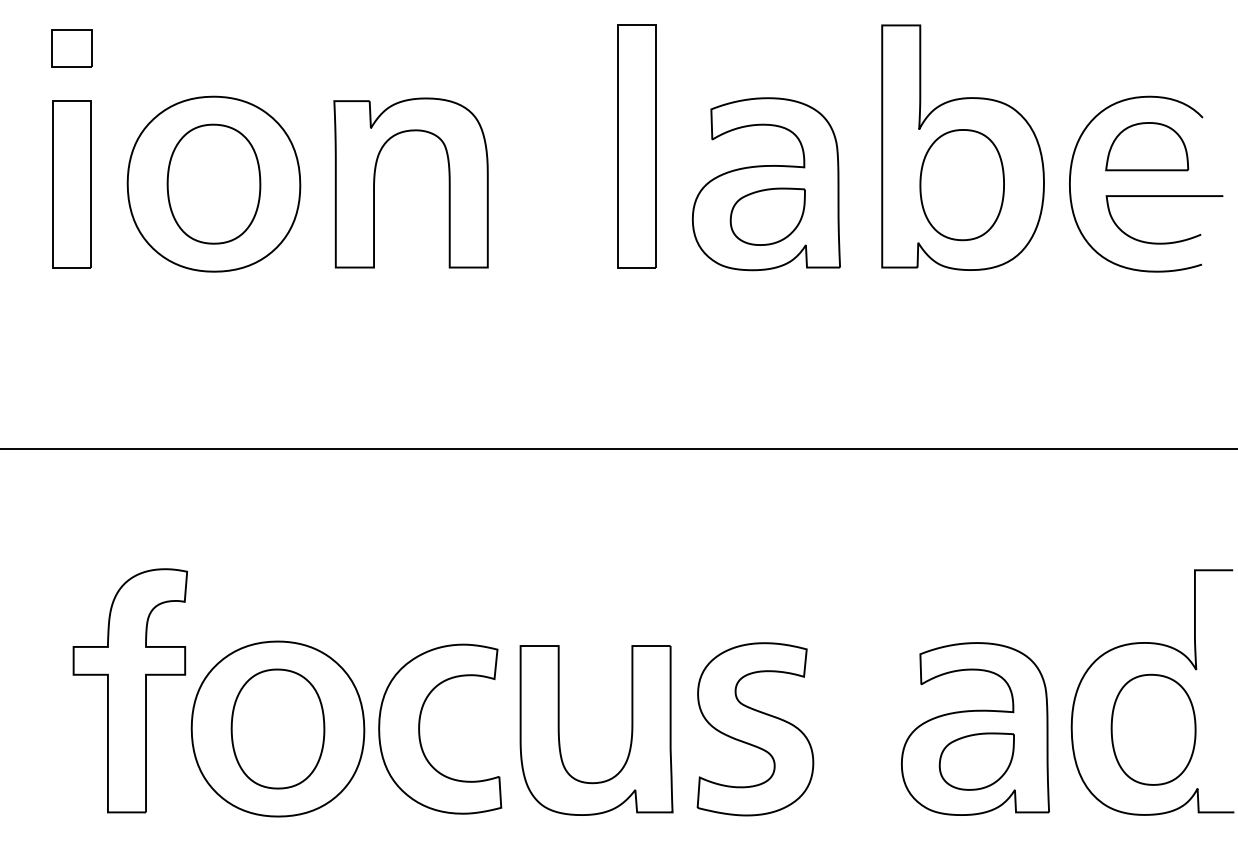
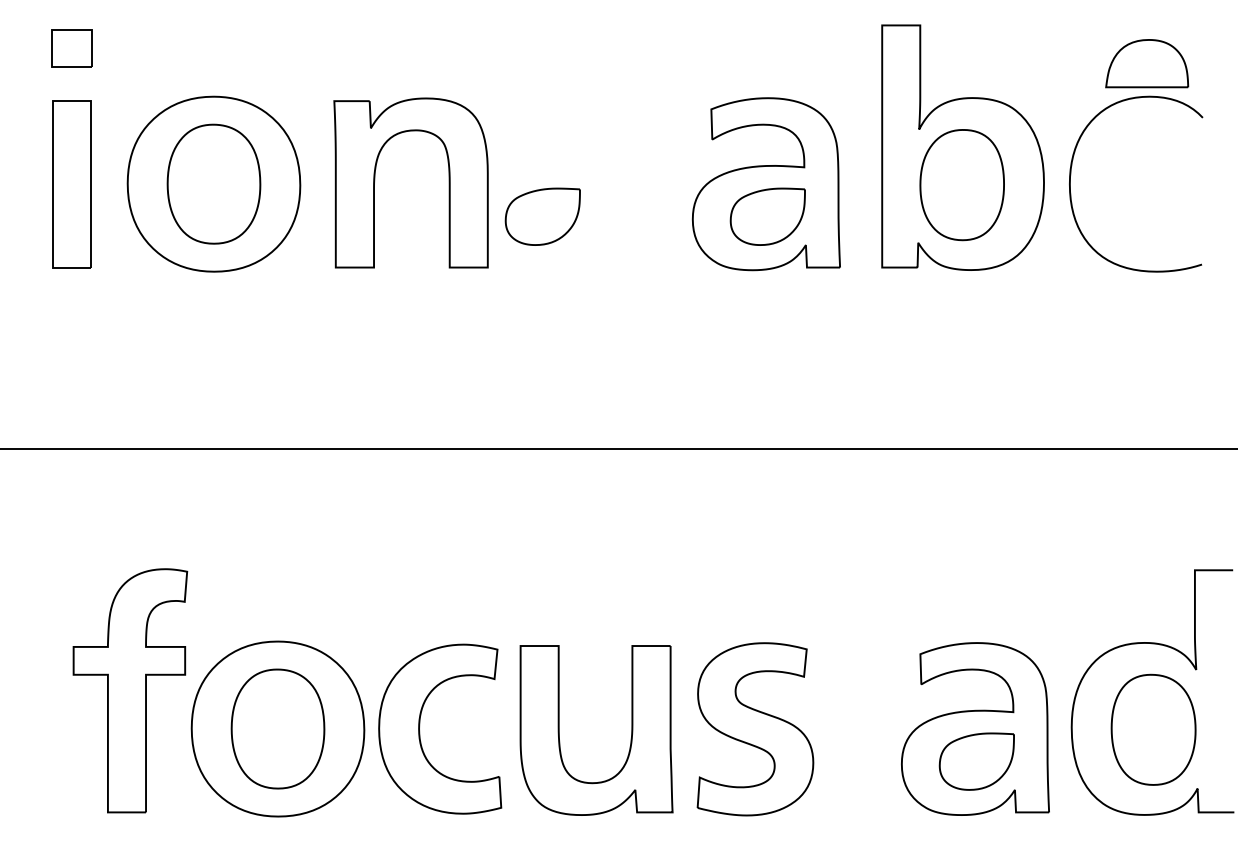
part at (636, 146): present -> none
part at (1147, 146) position: (1147, 146) -> (1147, 63)
curve at (1164, 196): present -> none
part at (542, 216): none -> present
